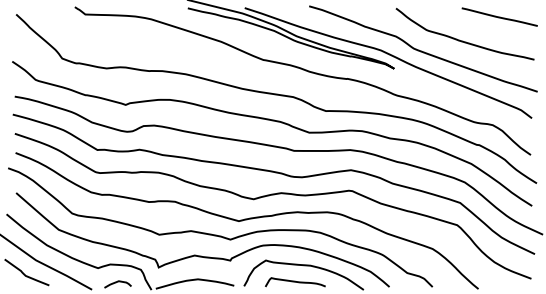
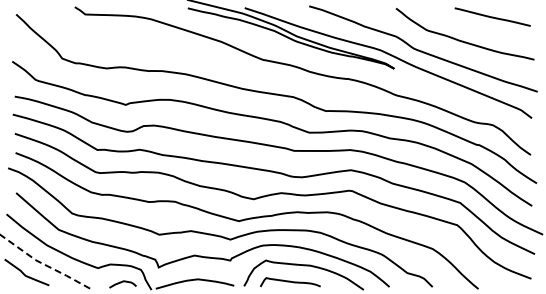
line at (499, 16) position: (499, 16) -> (492, 16)
line at (44, 264): solid -> dashed
curve at (295, 282) position: (295, 282) -> (290, 282)
curve at (116, 283) position: (116, 283) -> (121, 283)
